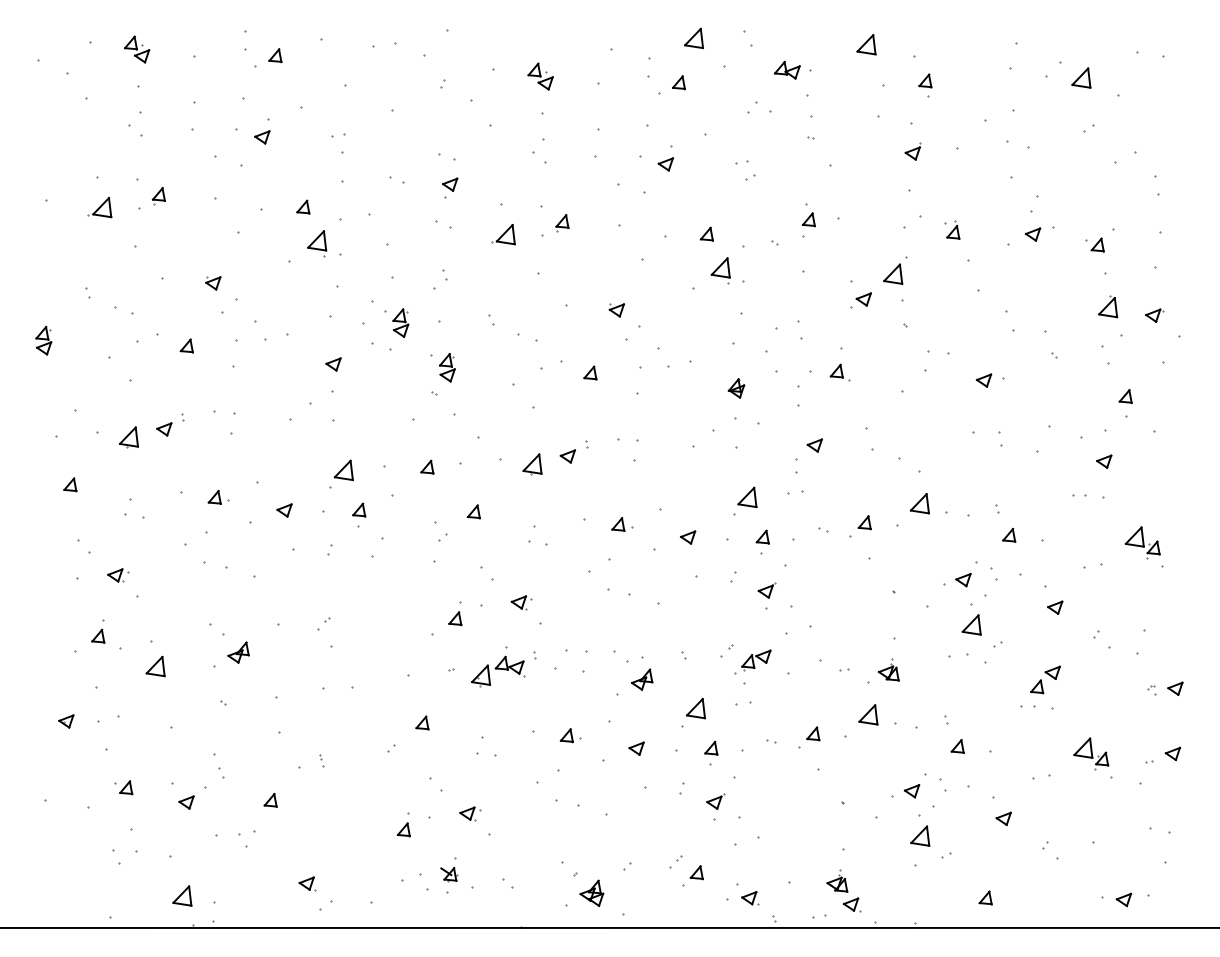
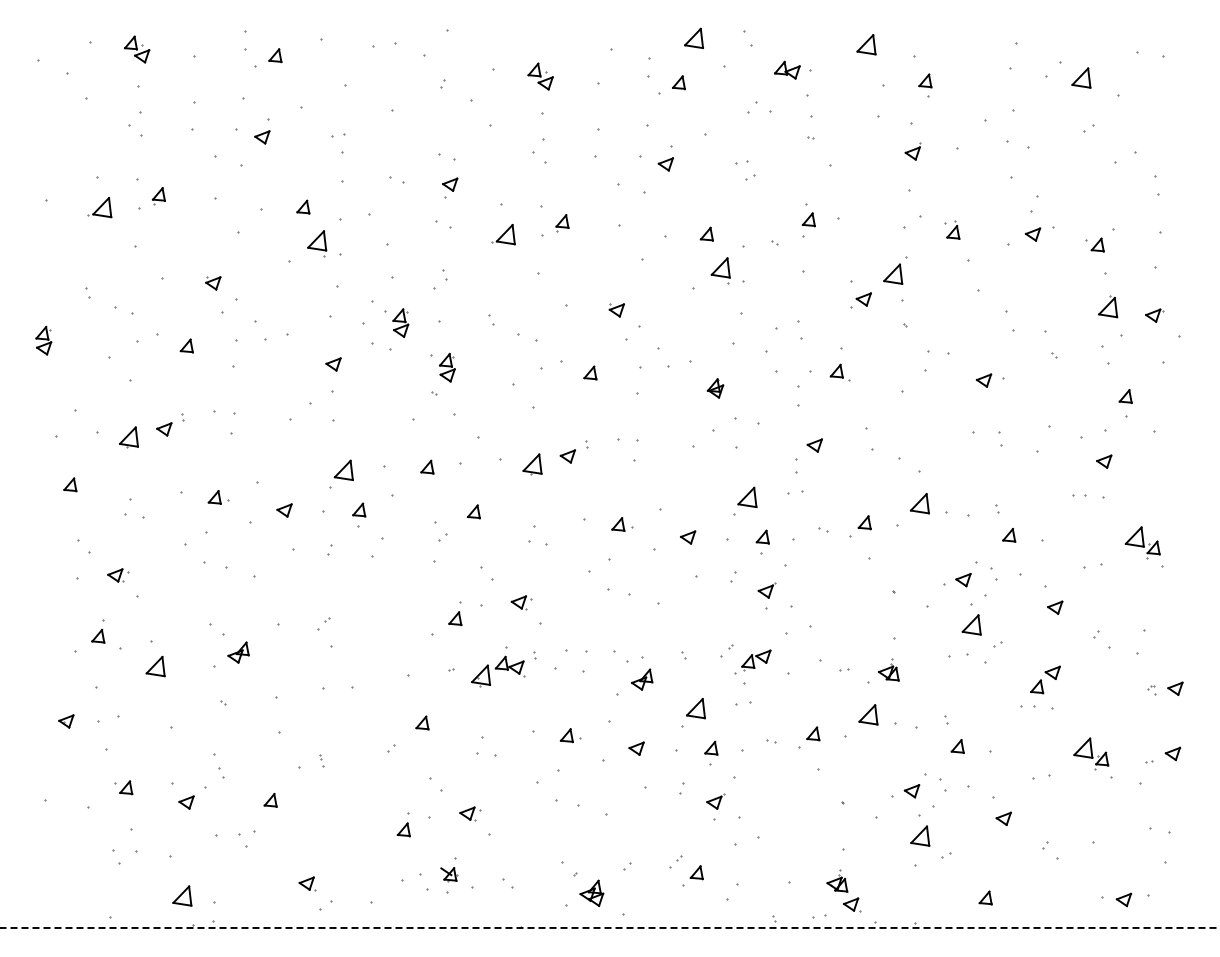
part at (736, 388) position: (736, 388) -> (715, 388)
part at (750, 898): present -> none
line at (610, 927): solid -> dashed
